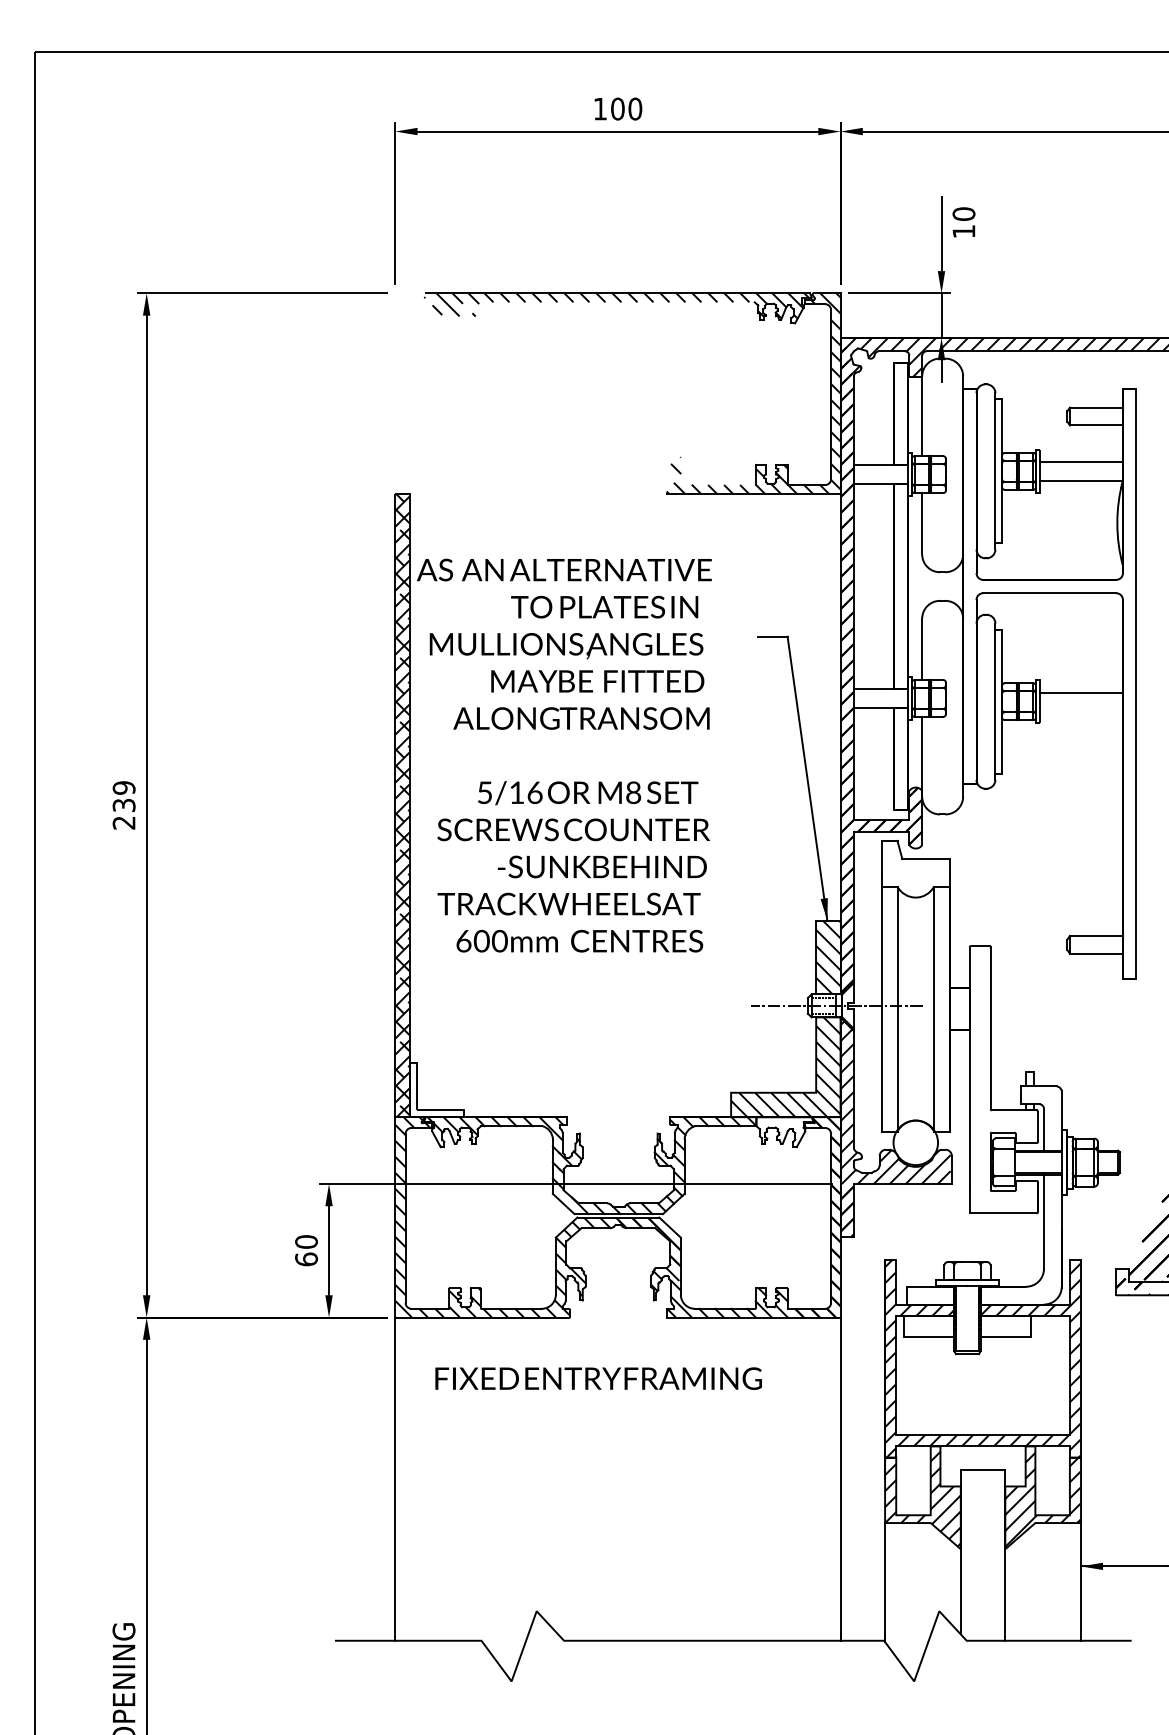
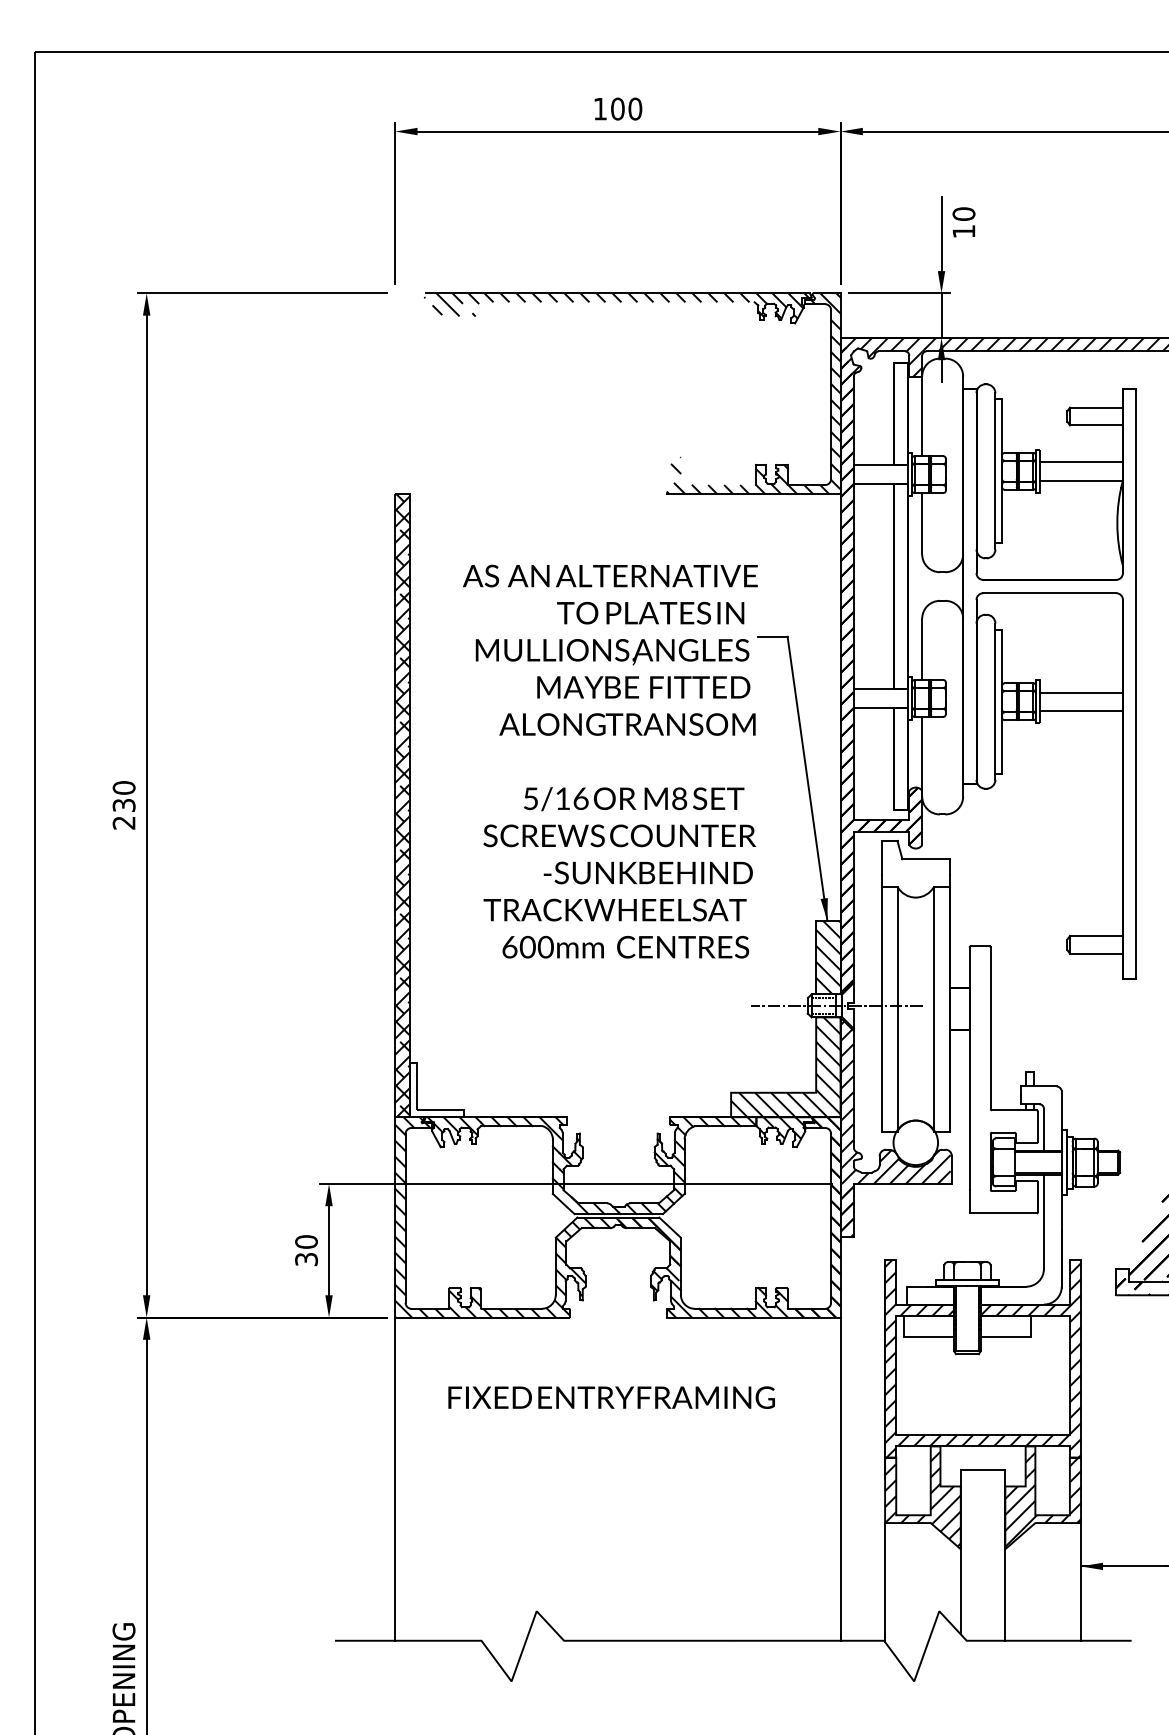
line at (1081, 710): none -> present
text at (564, 755) position: (564, 755) -> (610, 761)
text at (123, 787): 239 -> 230
hatch at (783, 1132): none -> present
text at (306, 1259): 60 -> 30
text at (598, 1378) position: (598, 1378) -> (611, 1397)
